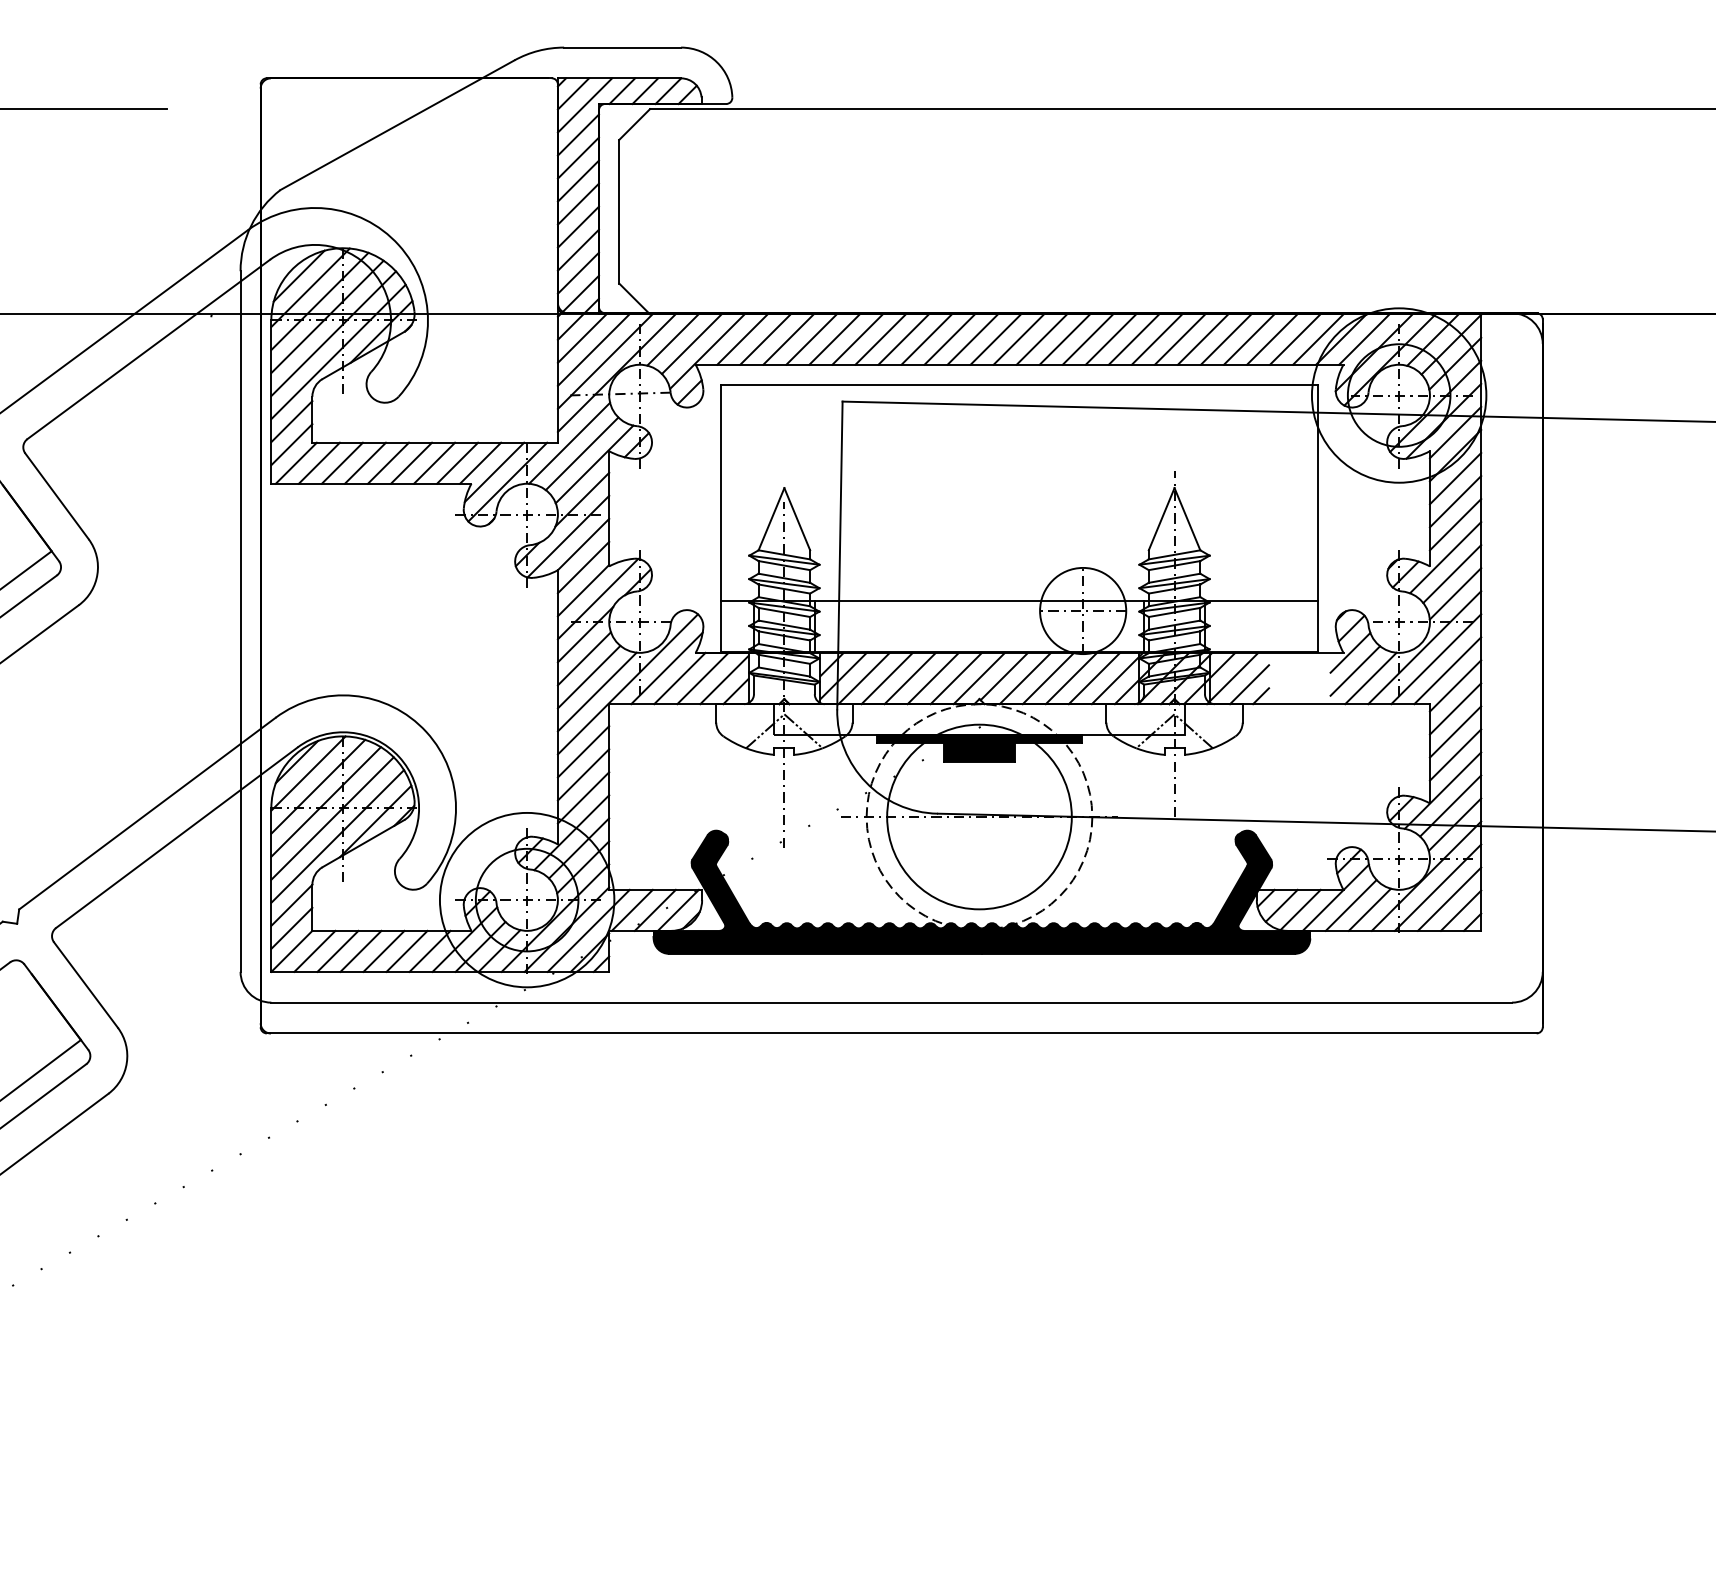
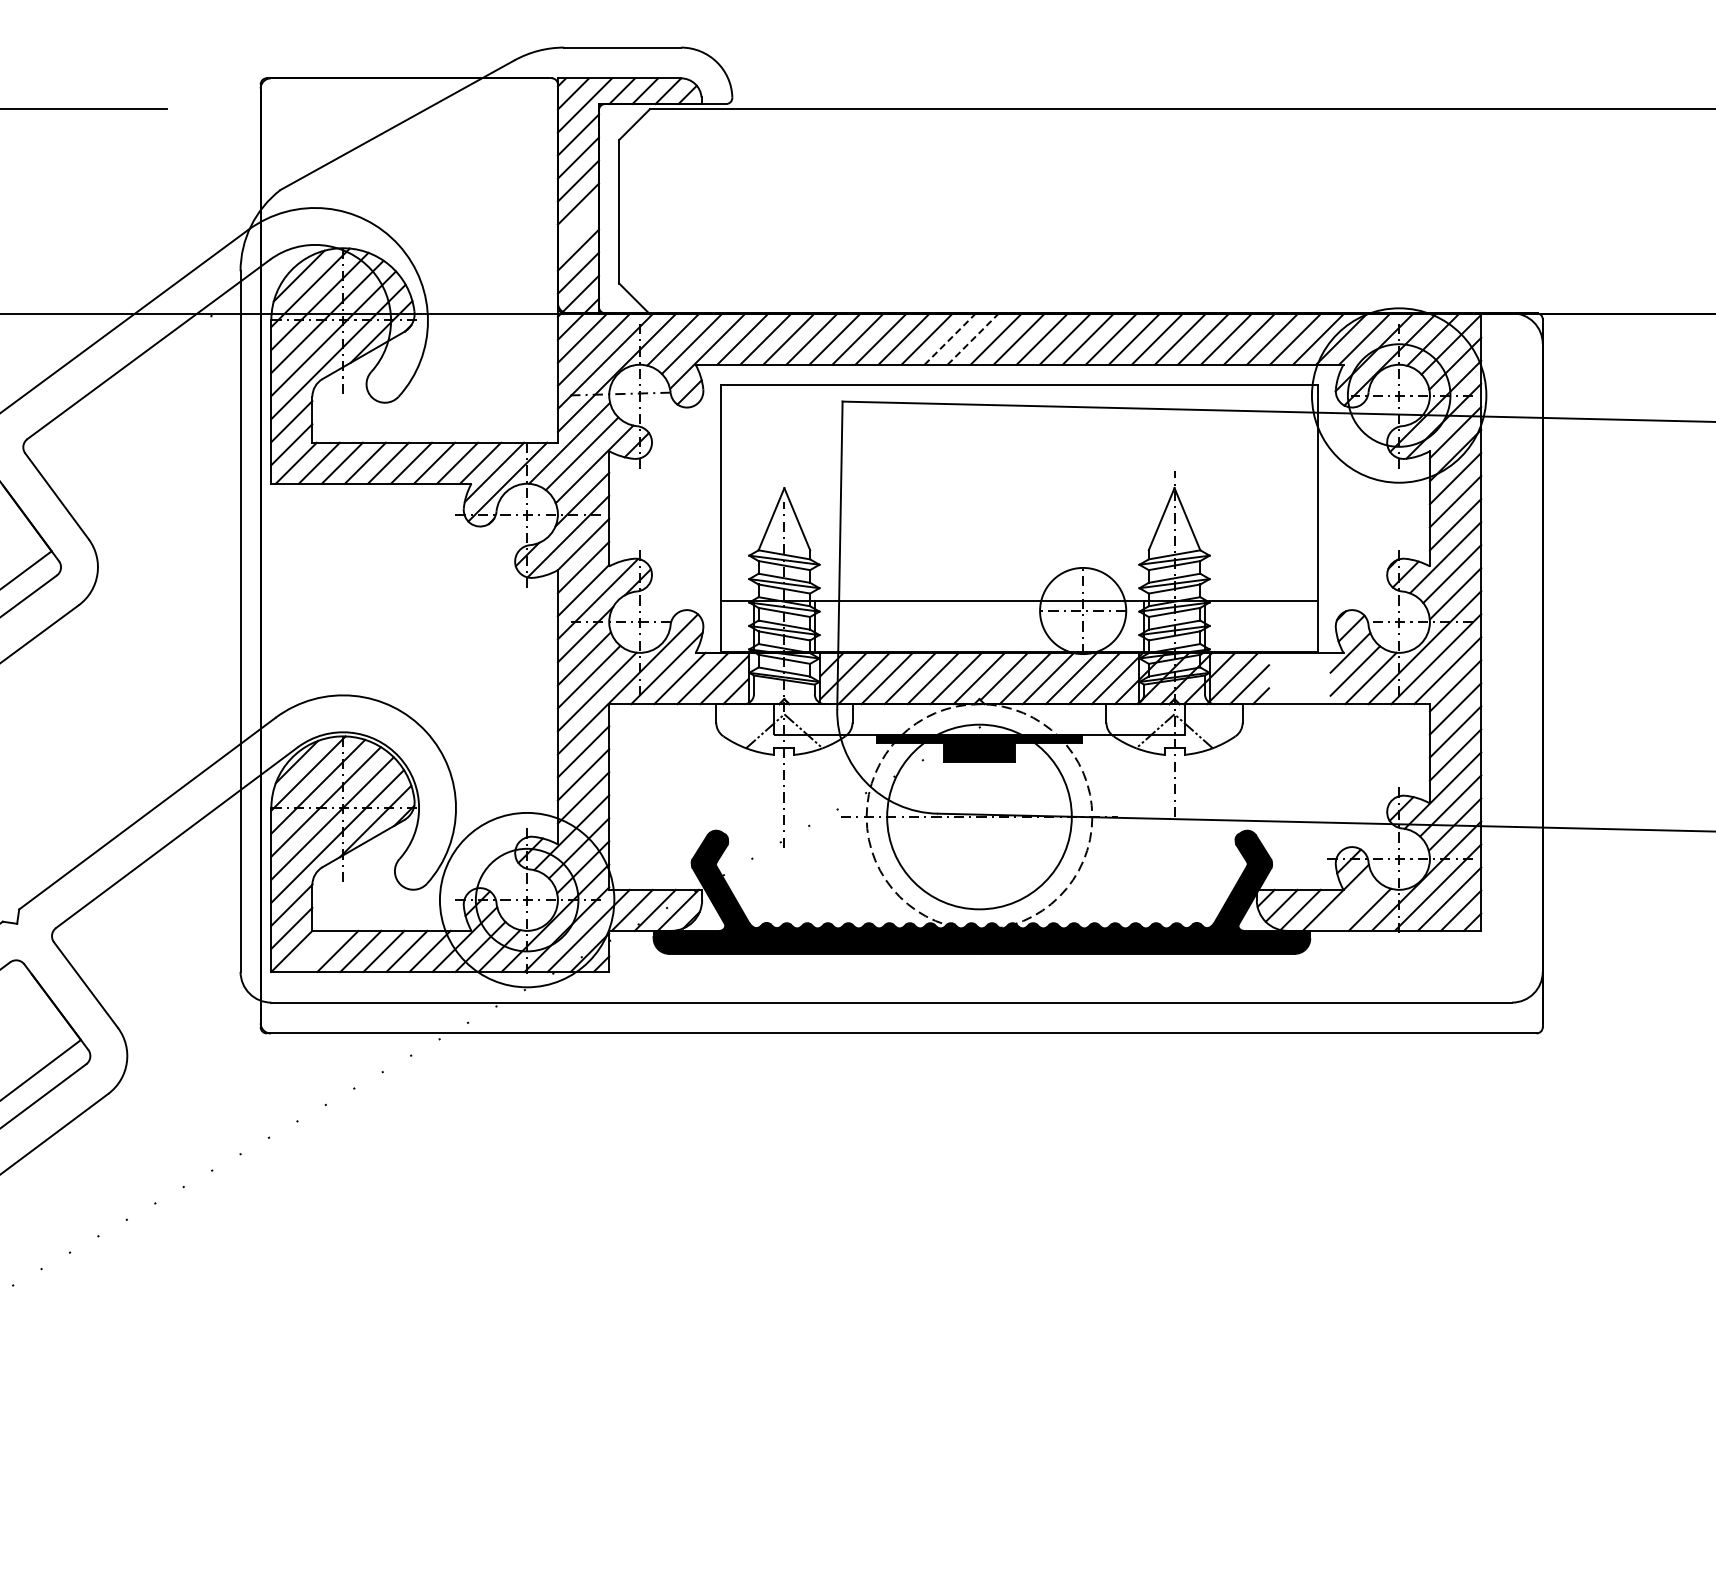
line at (577, 226): present -> none
line at (949, 339): solid -> dashed
line at (972, 339): solid -> dashed
line at (1350, 905): present -> none
line at (314, 950): present -> none
